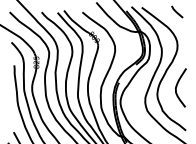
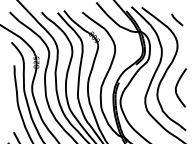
line at (177, 11) position: (177, 11) -> (177, 19)
